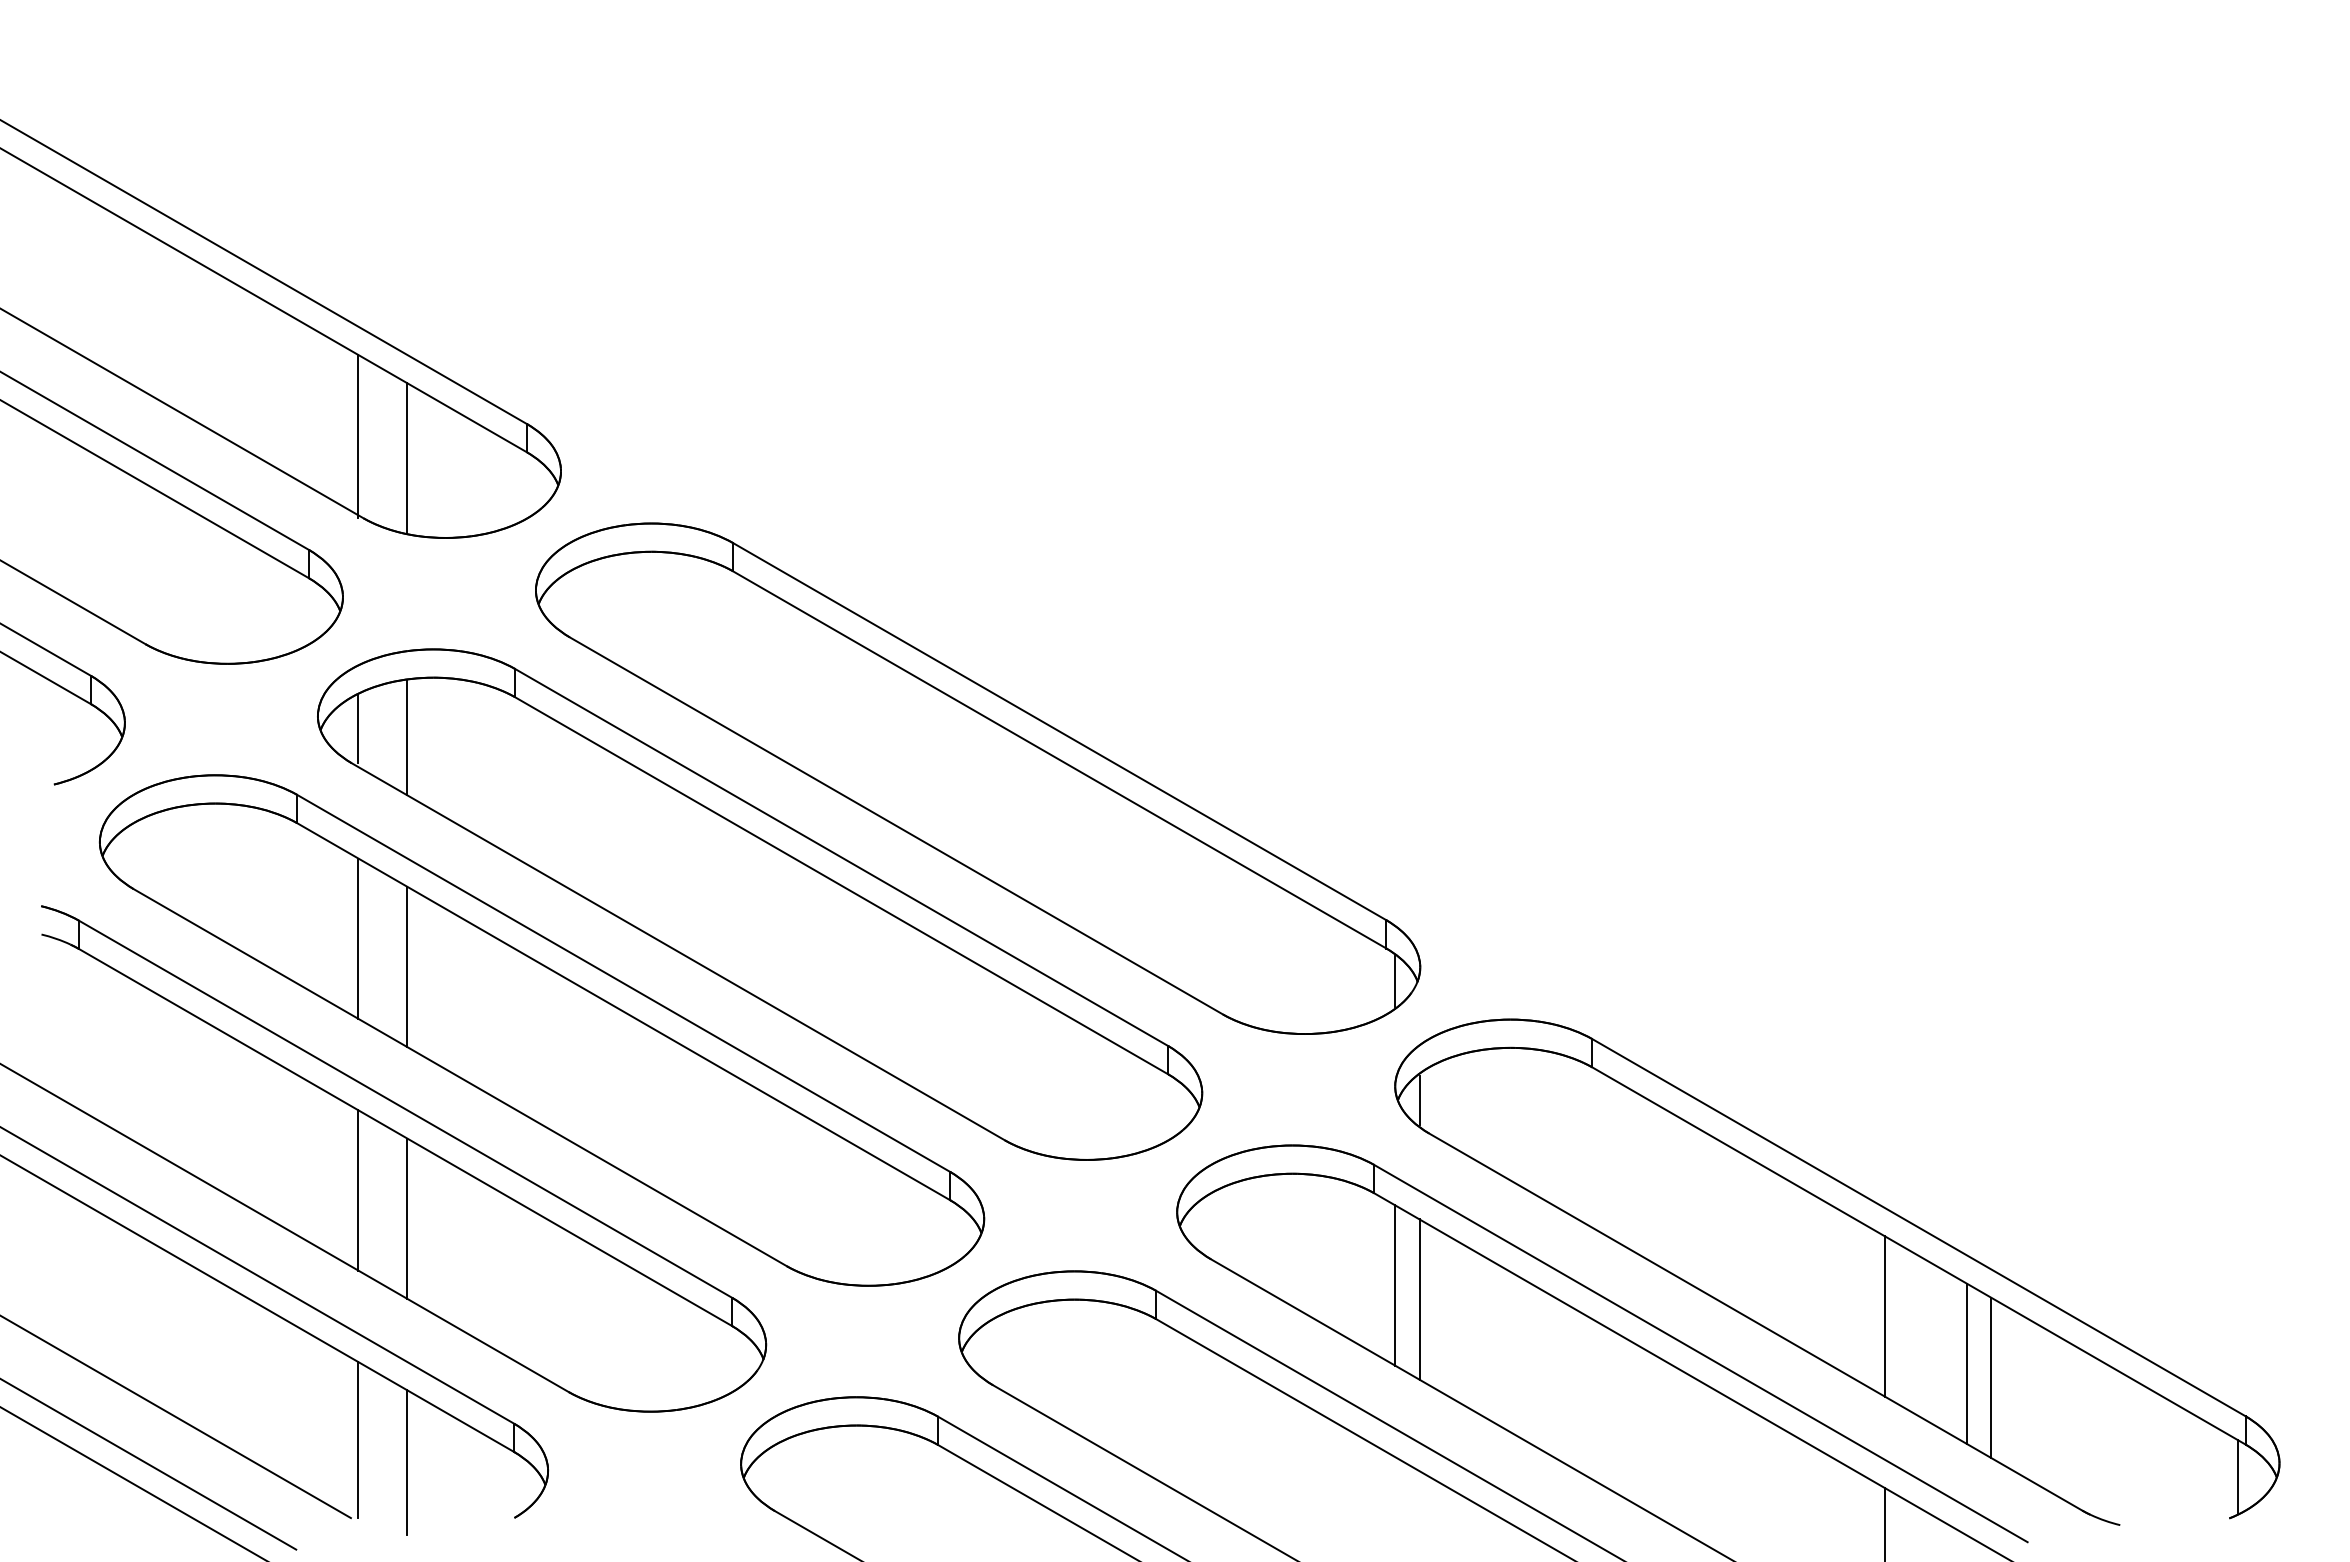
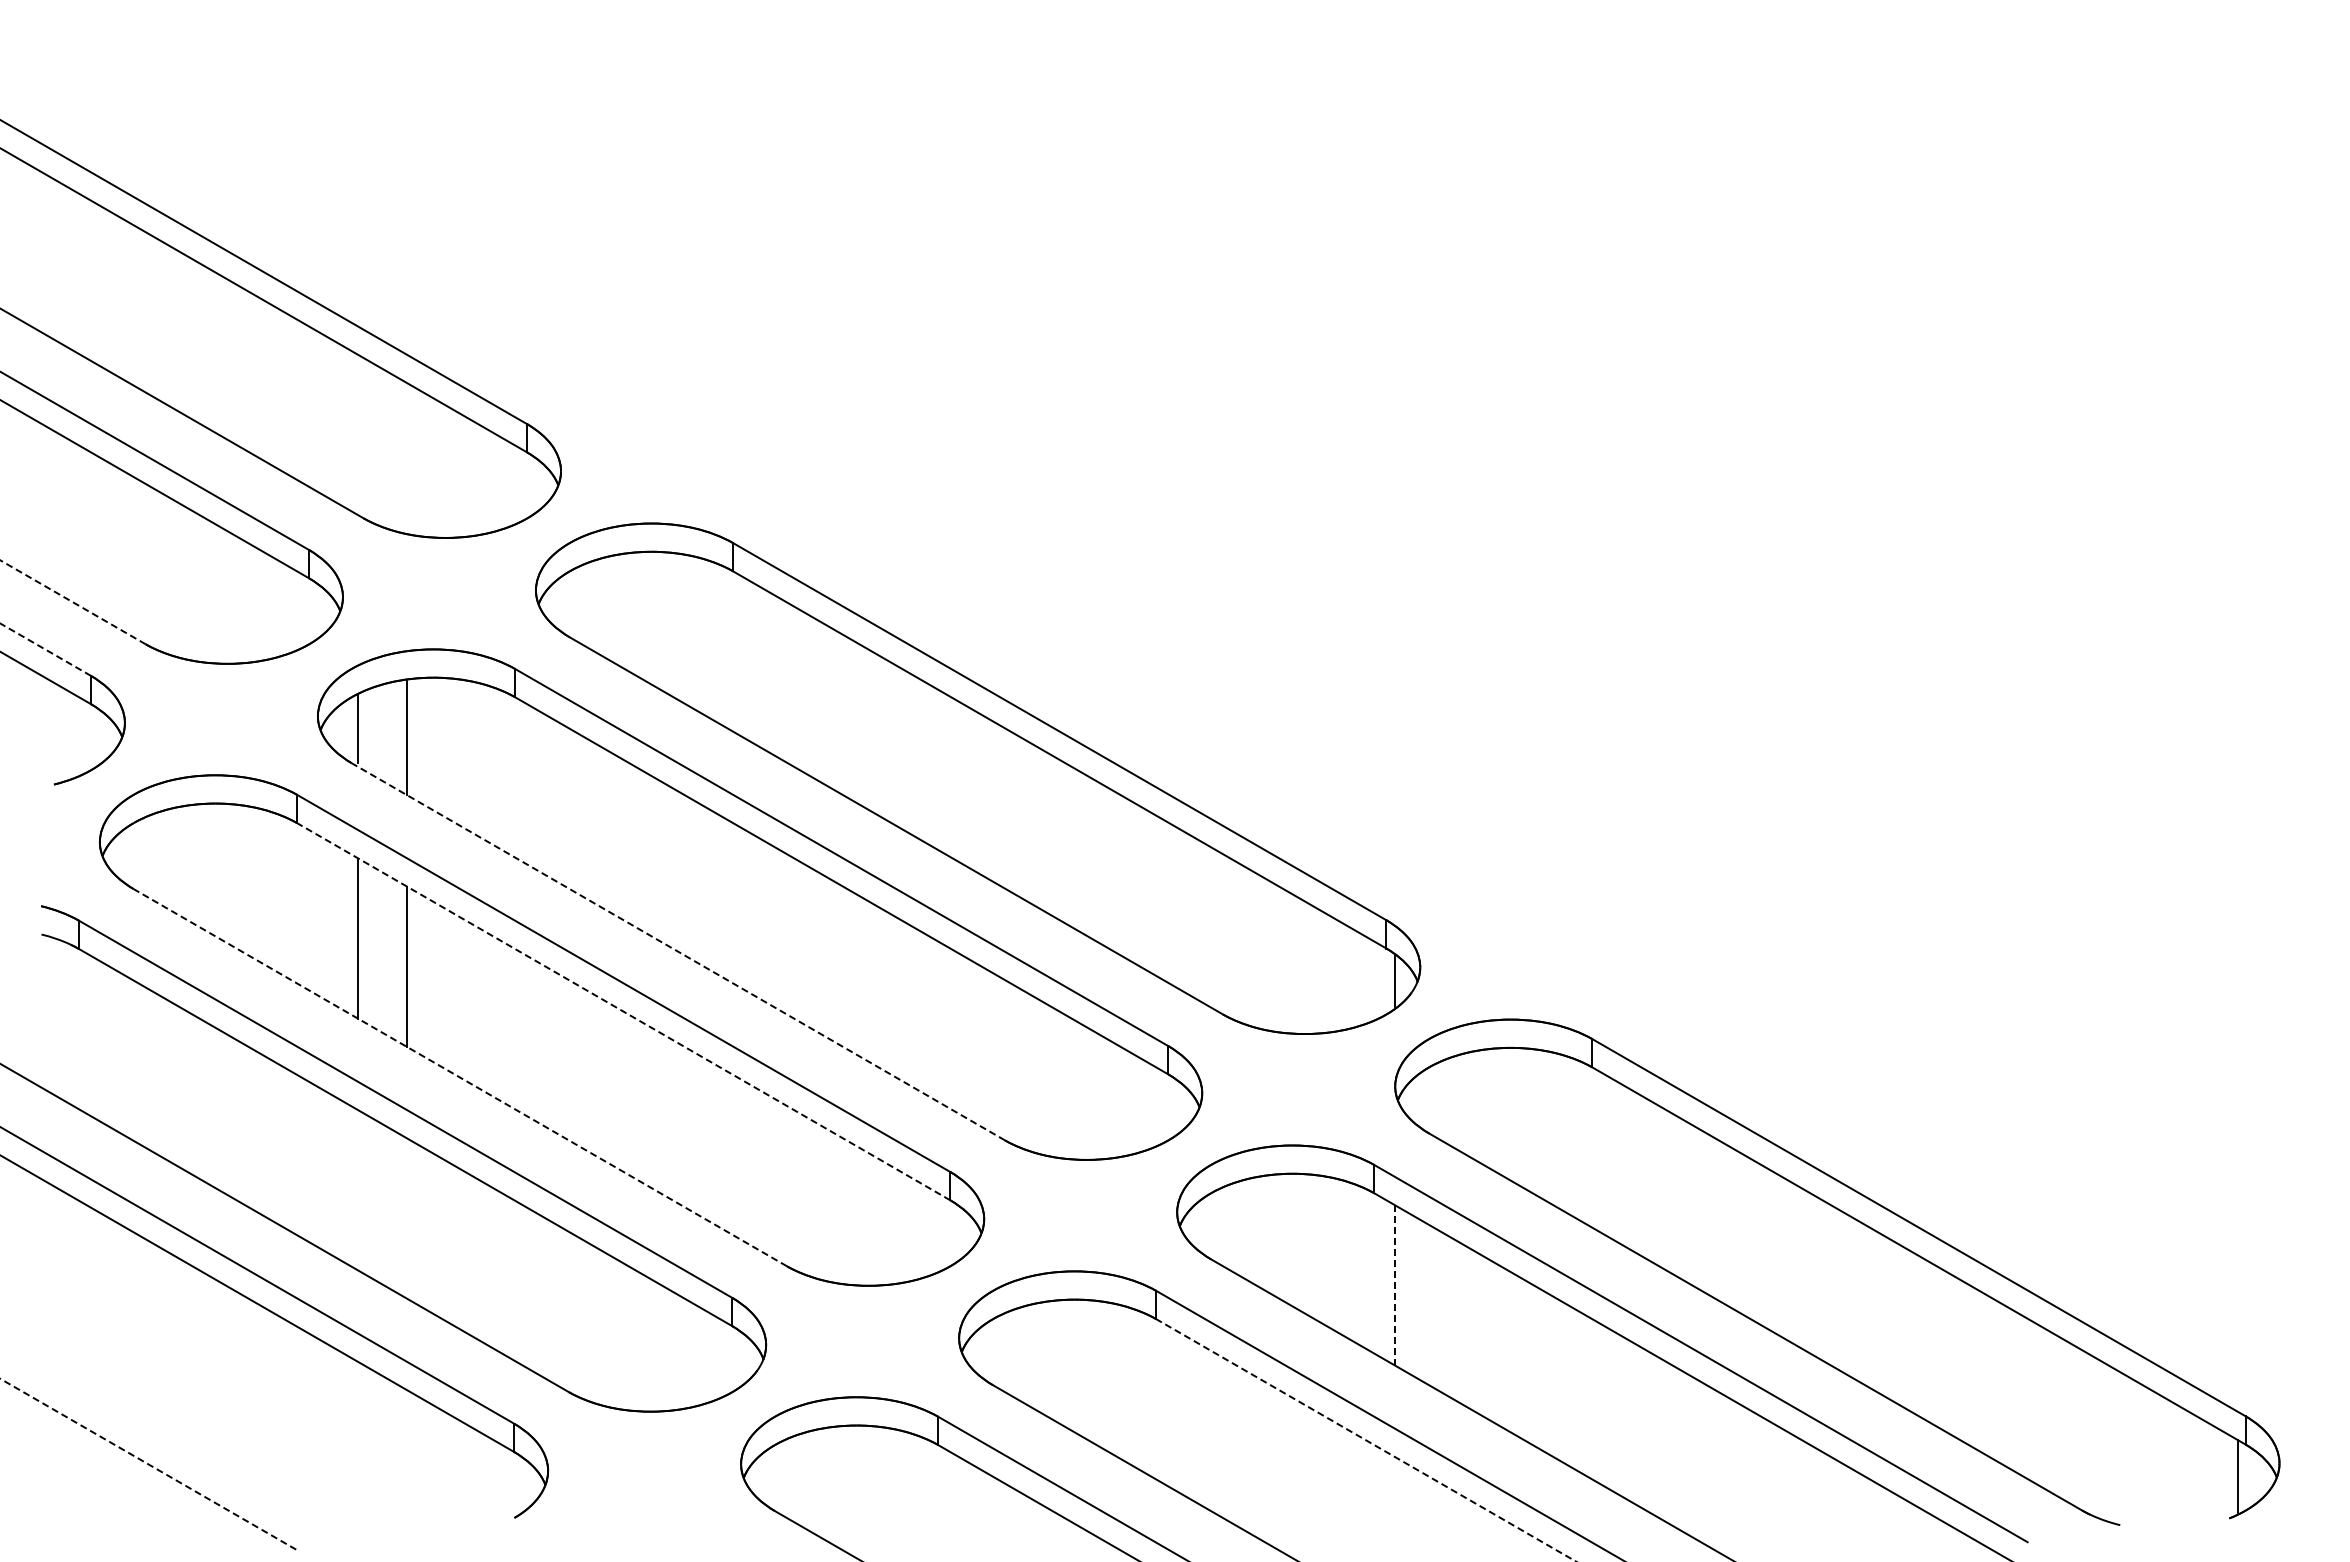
line at (358, 436): present -> none
line at (407, 458): present -> none
line at (73, 602): solid -> dashed
line at (45, 649): solid -> dashed
line at (677, 951): solid -> dashed
line at (623, 1011): solid -> dashed
line at (459, 1077): solid -> dashed
line at (1419, 1100): present -> none
line at (358, 1190): present -> none
line at (407, 1218): present -> none
line at (1395, 1285): solid -> dashed
line at (1419, 1299): present -> none
line at (1885, 1316): present -> none
line at (1966, 1363): present -> none
line at (1991, 1377): present -> none
line at (176, 1417): present -> none
line at (358, 1440): present -> none
line at (1366, 1440): solid -> dashed
line at (407, 1462): present -> none
line at (148, 1464): solid -> dashed
line at (132, 1483): present -> none
line at (1885, 1523): present -> none
